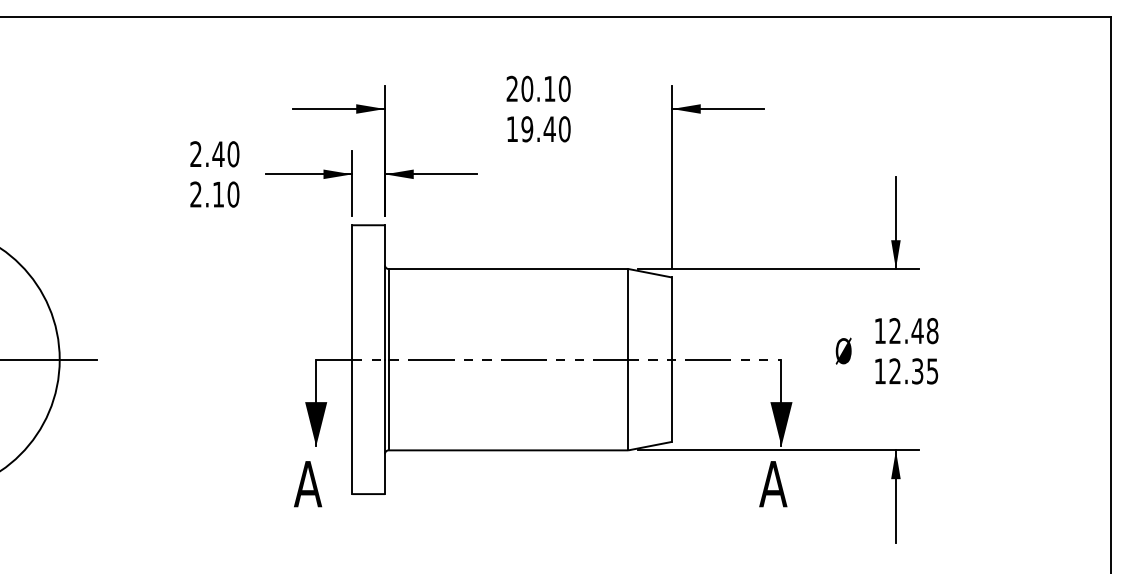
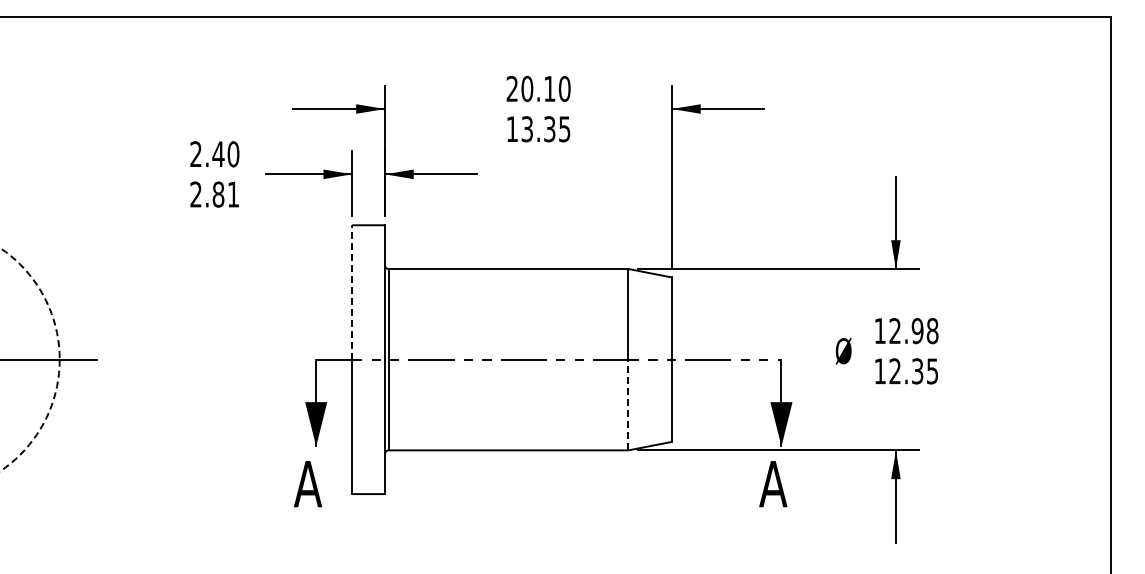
text at (545, 129): 19.40 -> 13.35
text at (225, 194): 2.10 -> 2.81
line at (352, 291): solid -> dashed
text at (917, 331): 12.48 -> 12.98
circle at (29, 359): solid -> dashed
line at (628, 404): solid -> dashed
